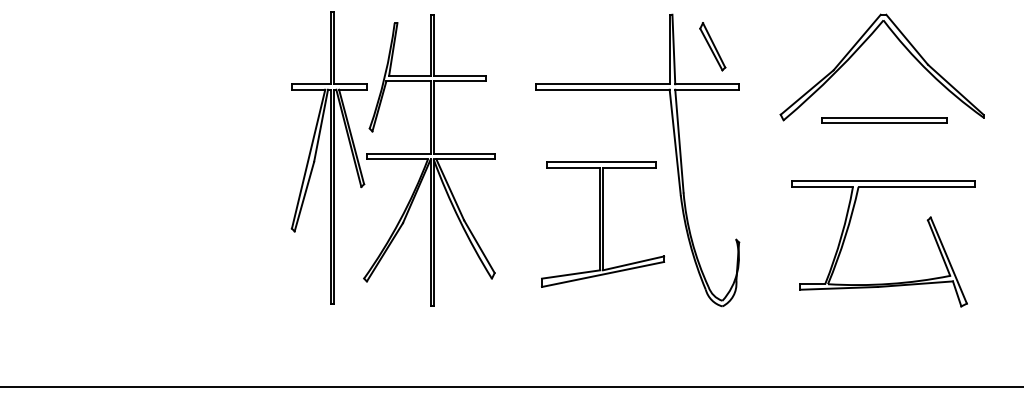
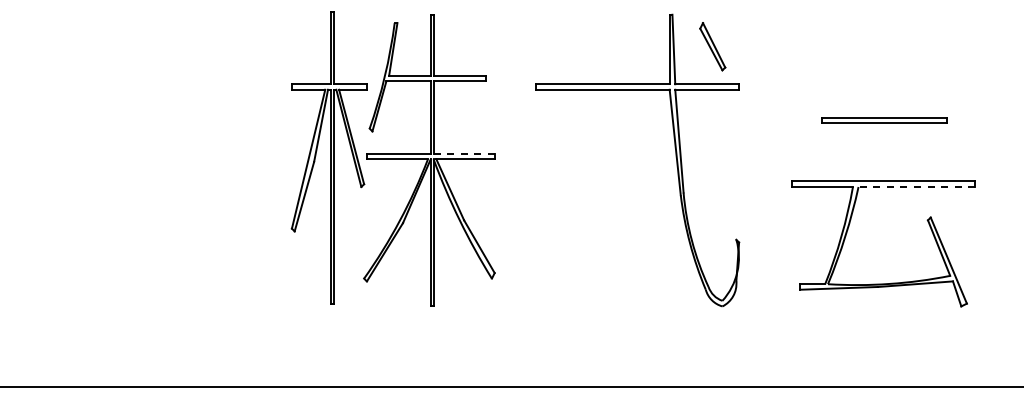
part at (857, 51): present -> none
line at (464, 153): solid -> dashed
line at (916, 187): solid -> dashed
part at (603, 224): present -> none
